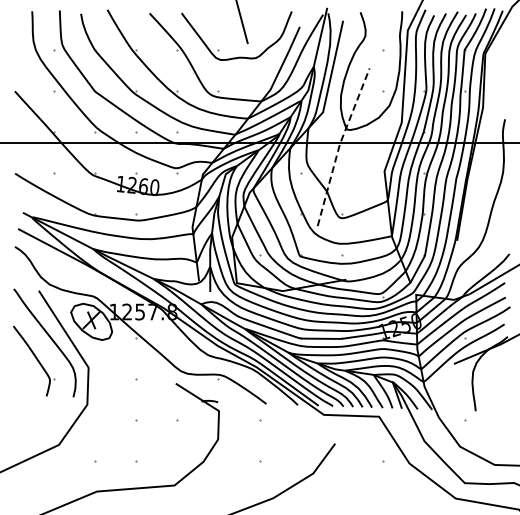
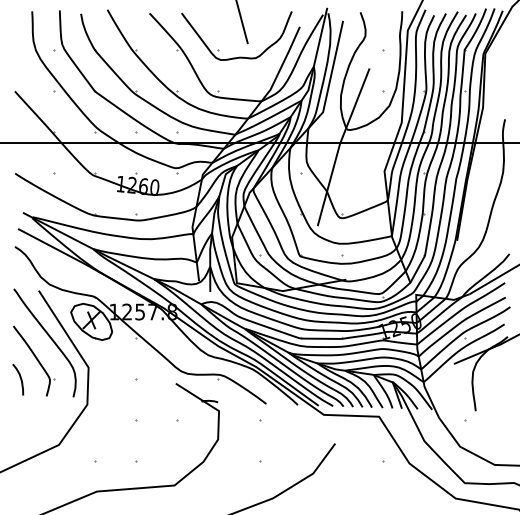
line at (339, 144): dashed -> solid
curve at (20, 379): none -> present
